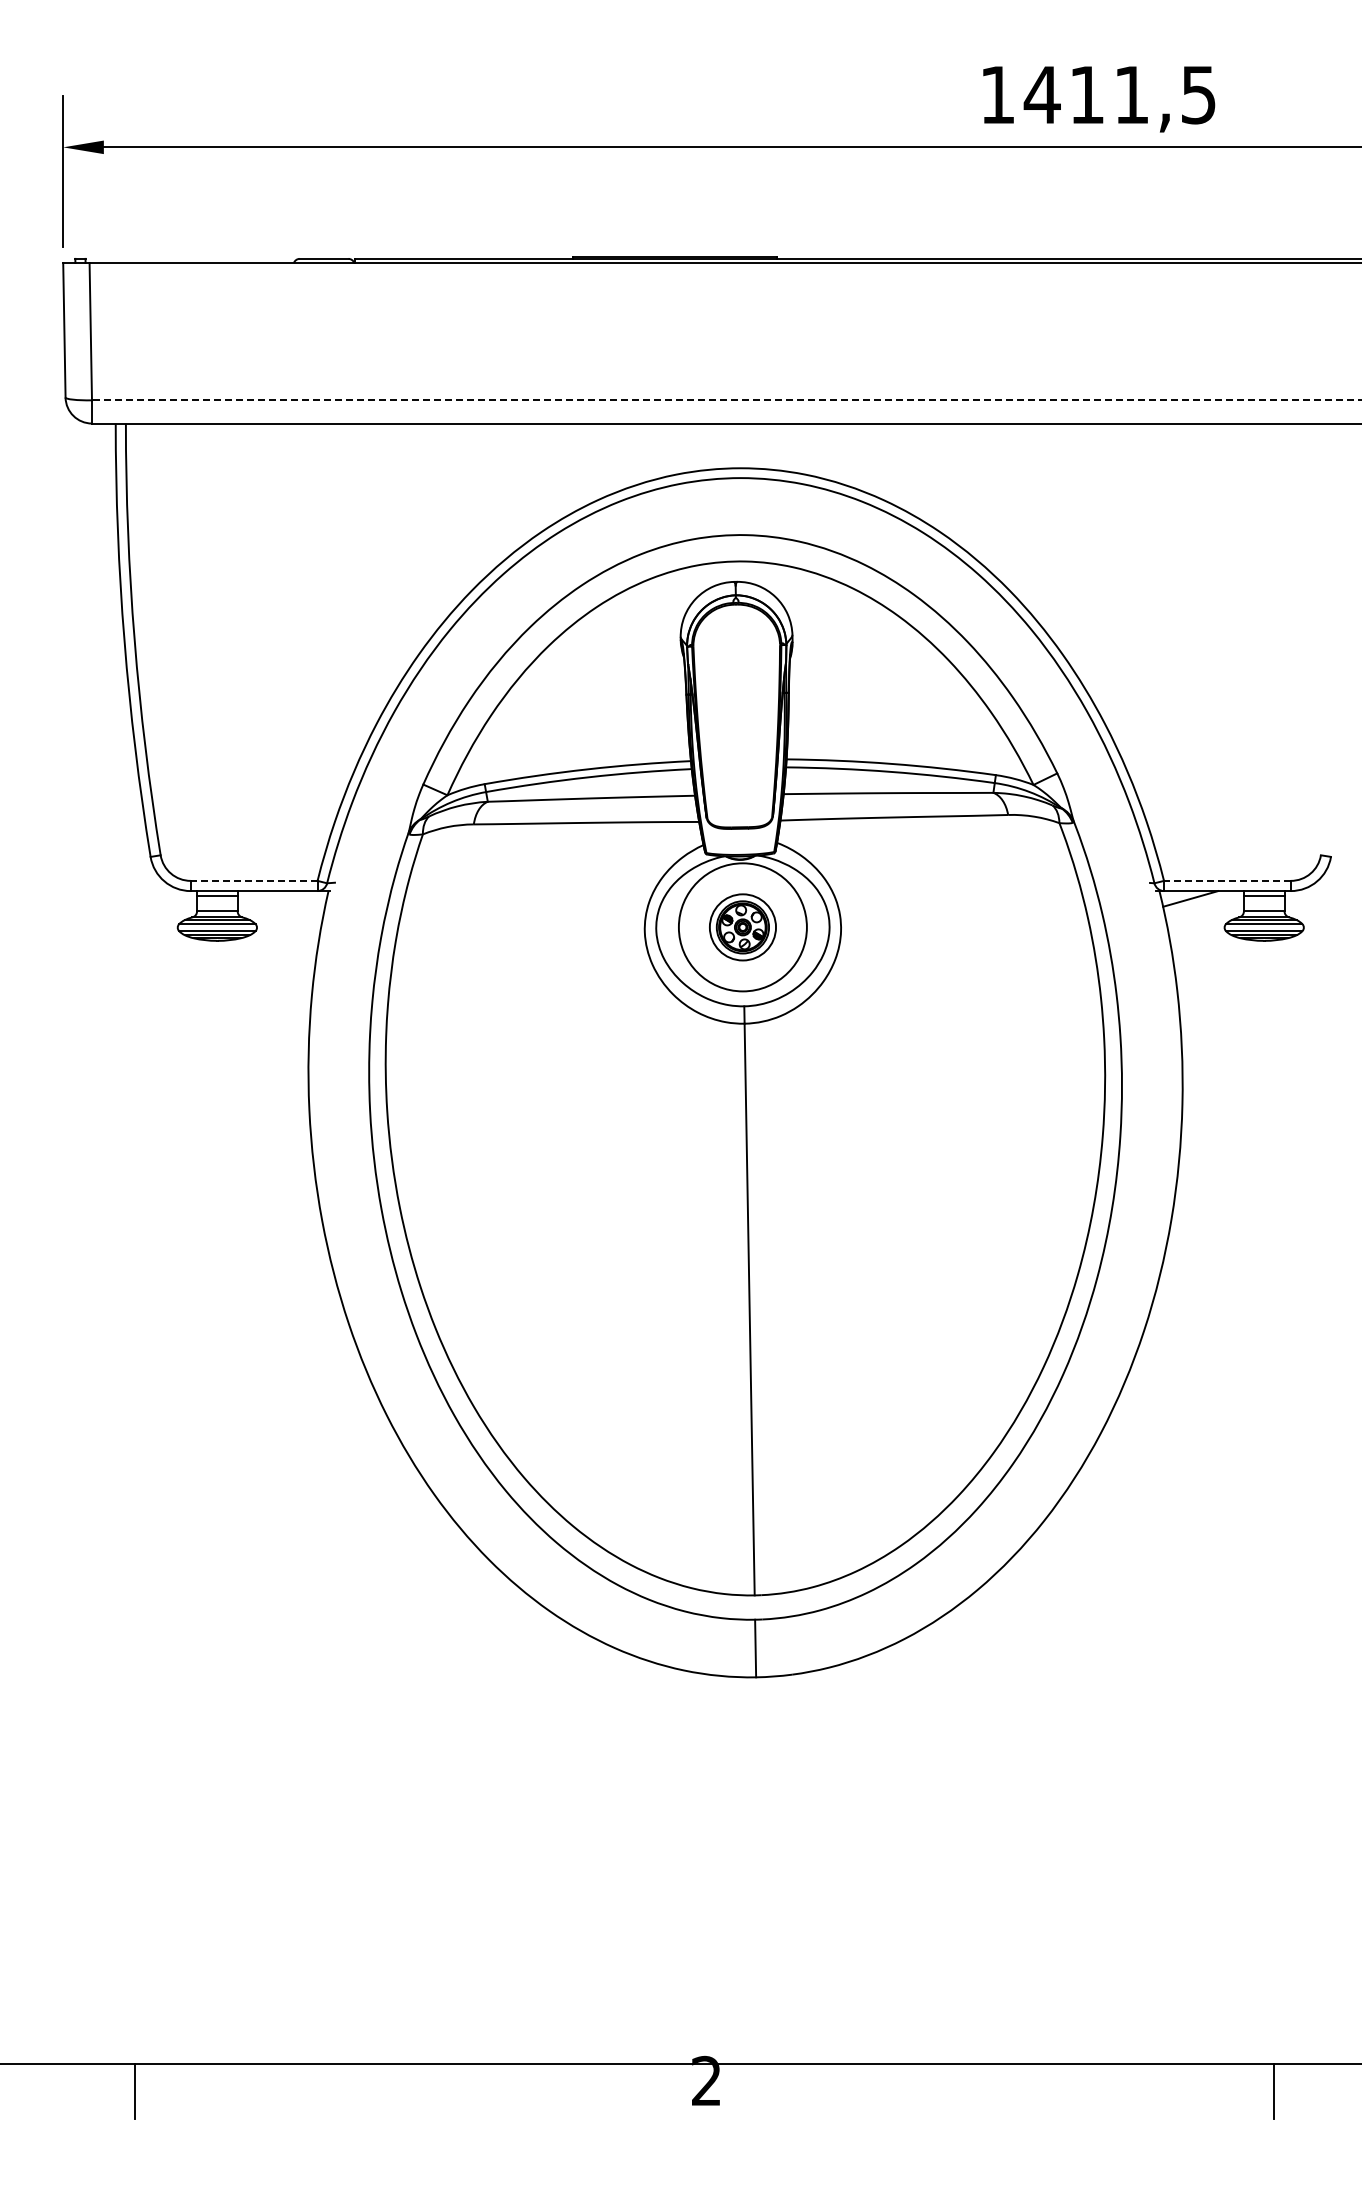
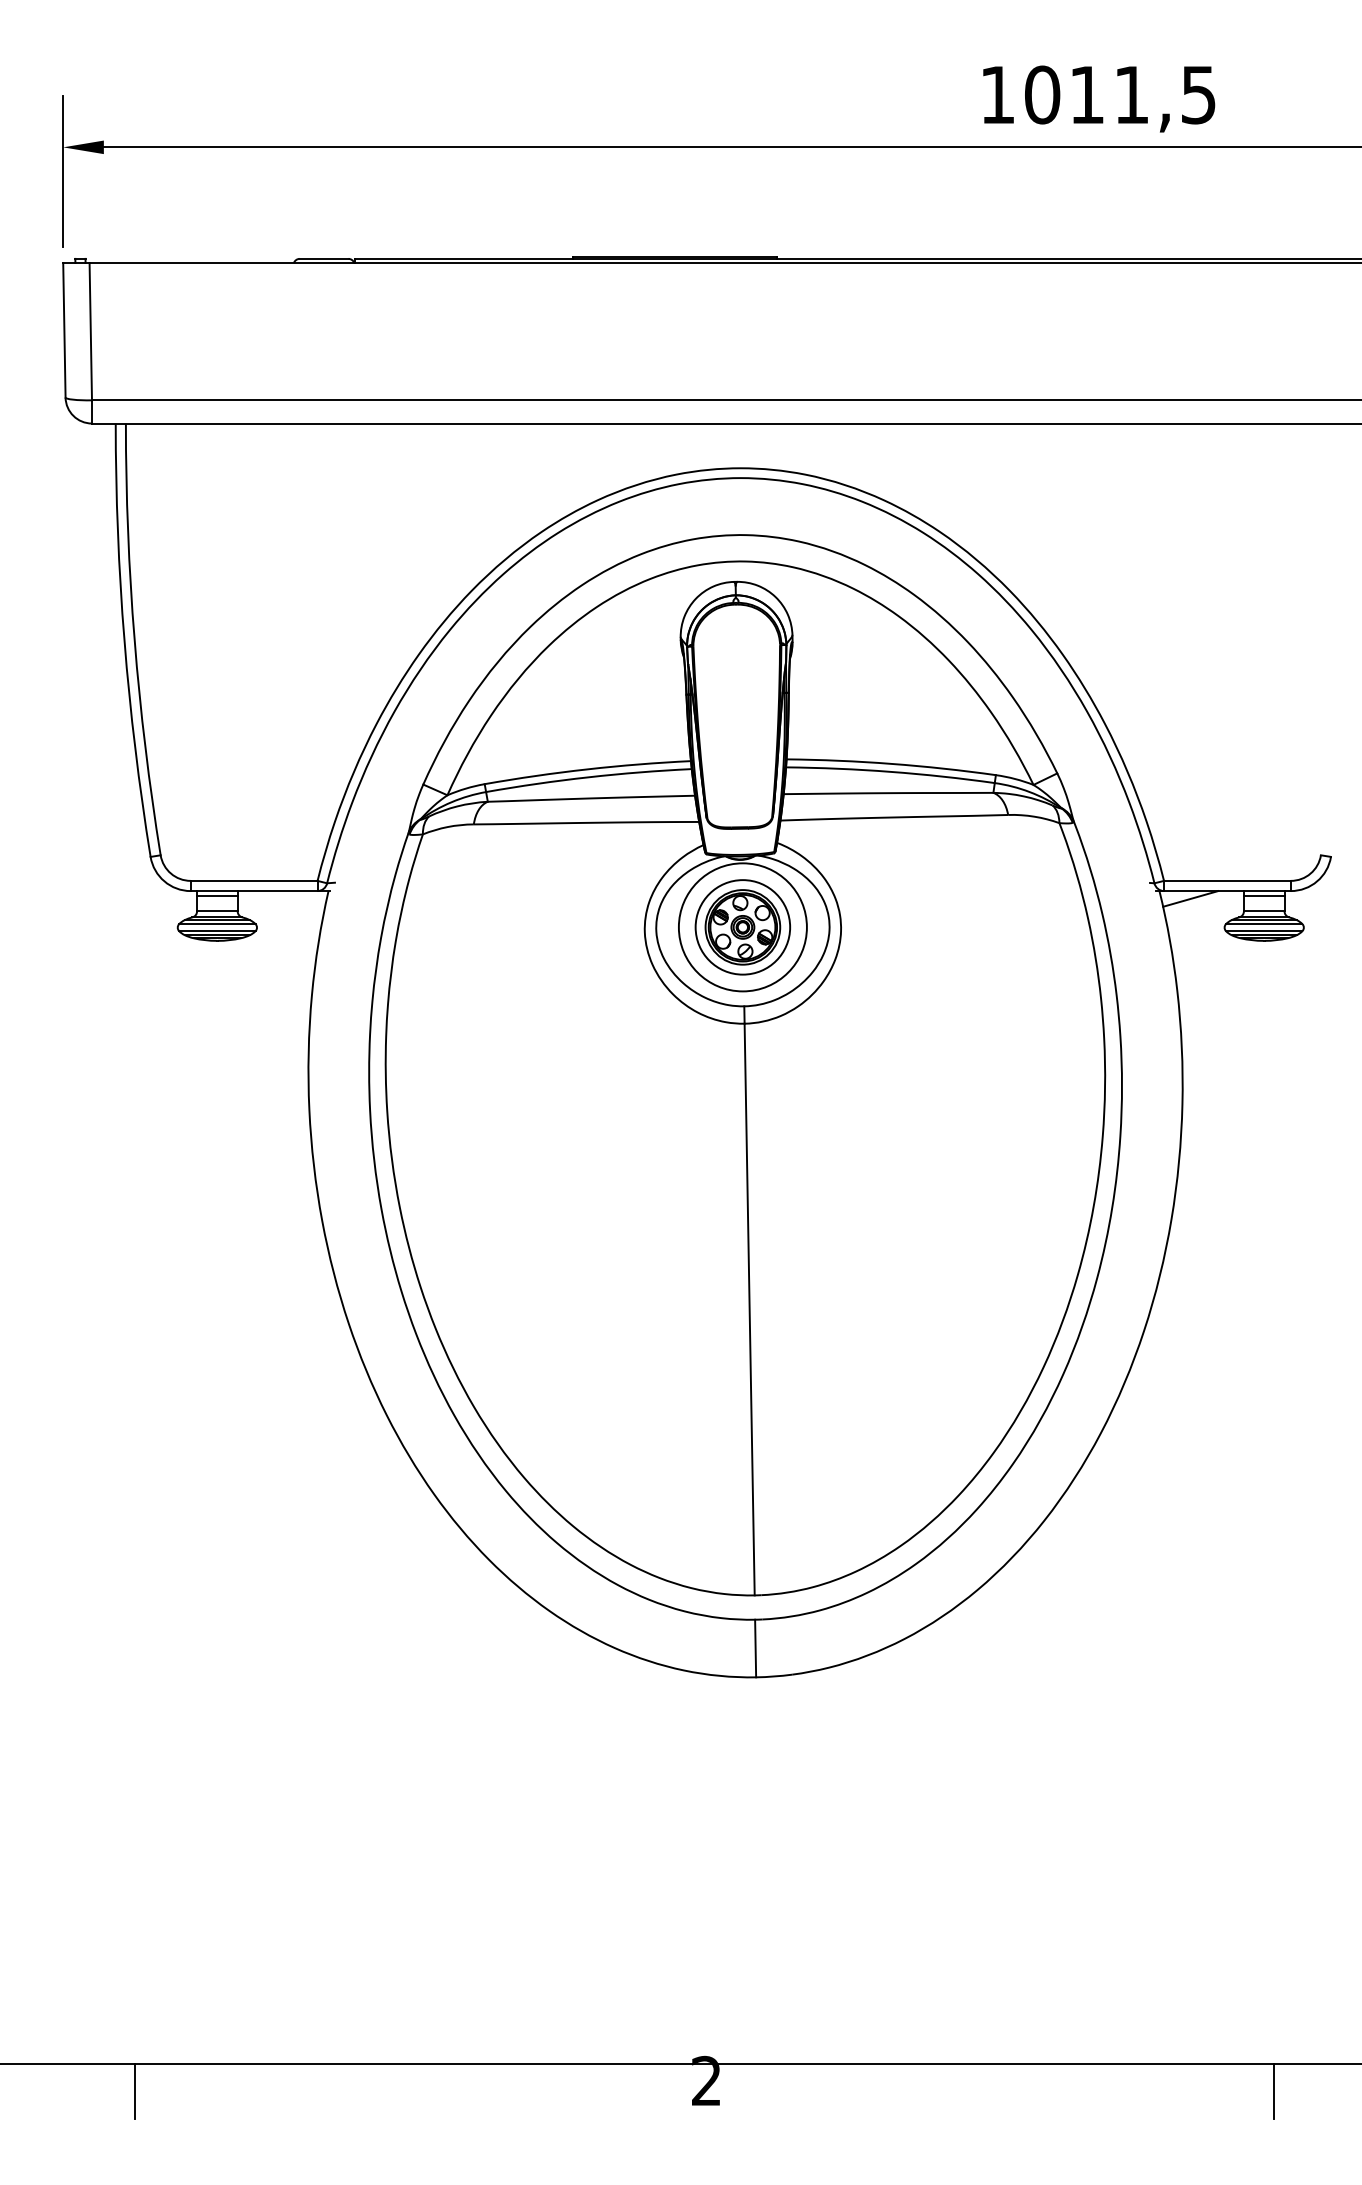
text at (1041, 94): 1411,5 -> 1011,5
line at (726, 400): dashed -> solid
line at (253, 880): dashed -> solid
line at (1226, 880): dashed -> solid
part at (742, 927) size: 68x69 px -> 98x97 px
